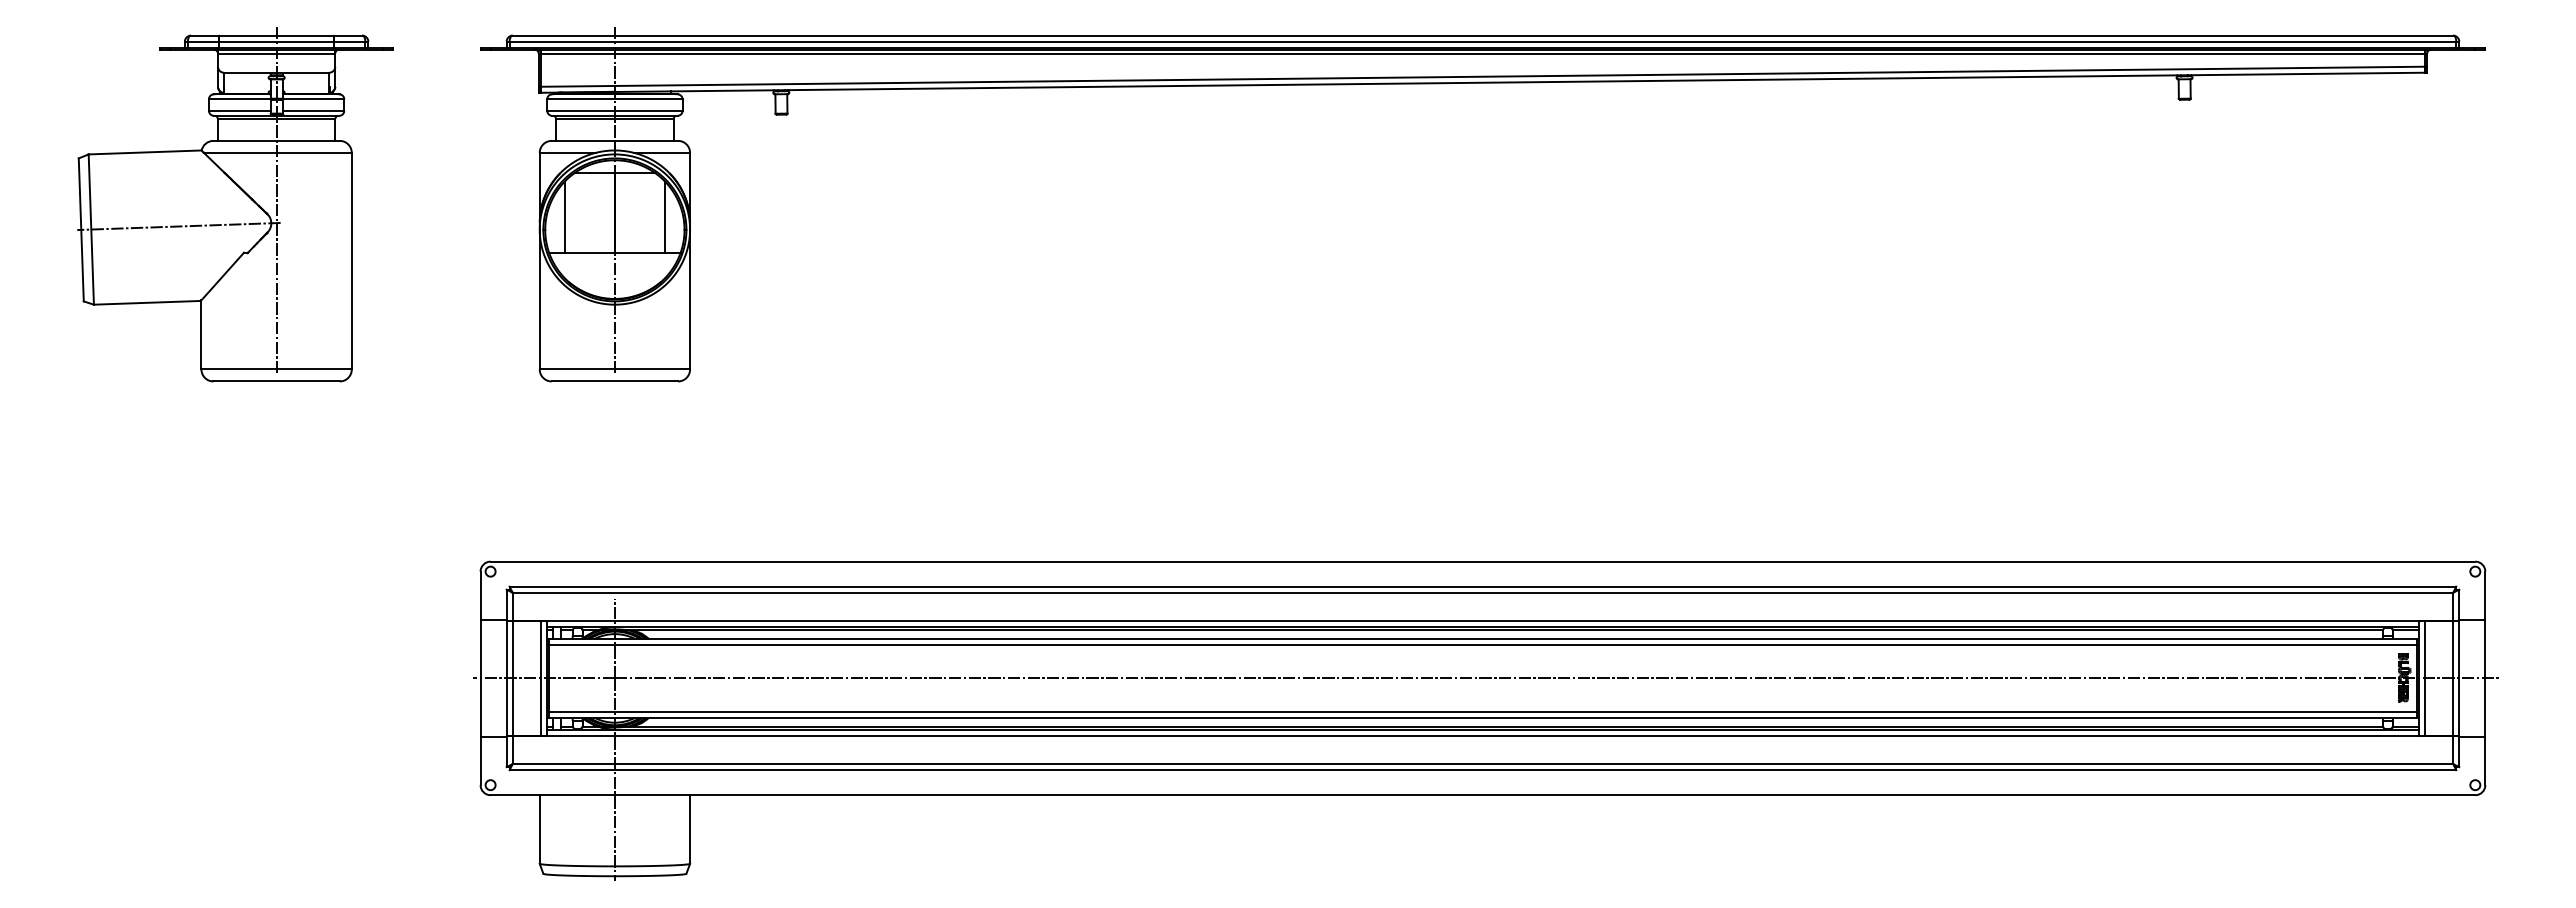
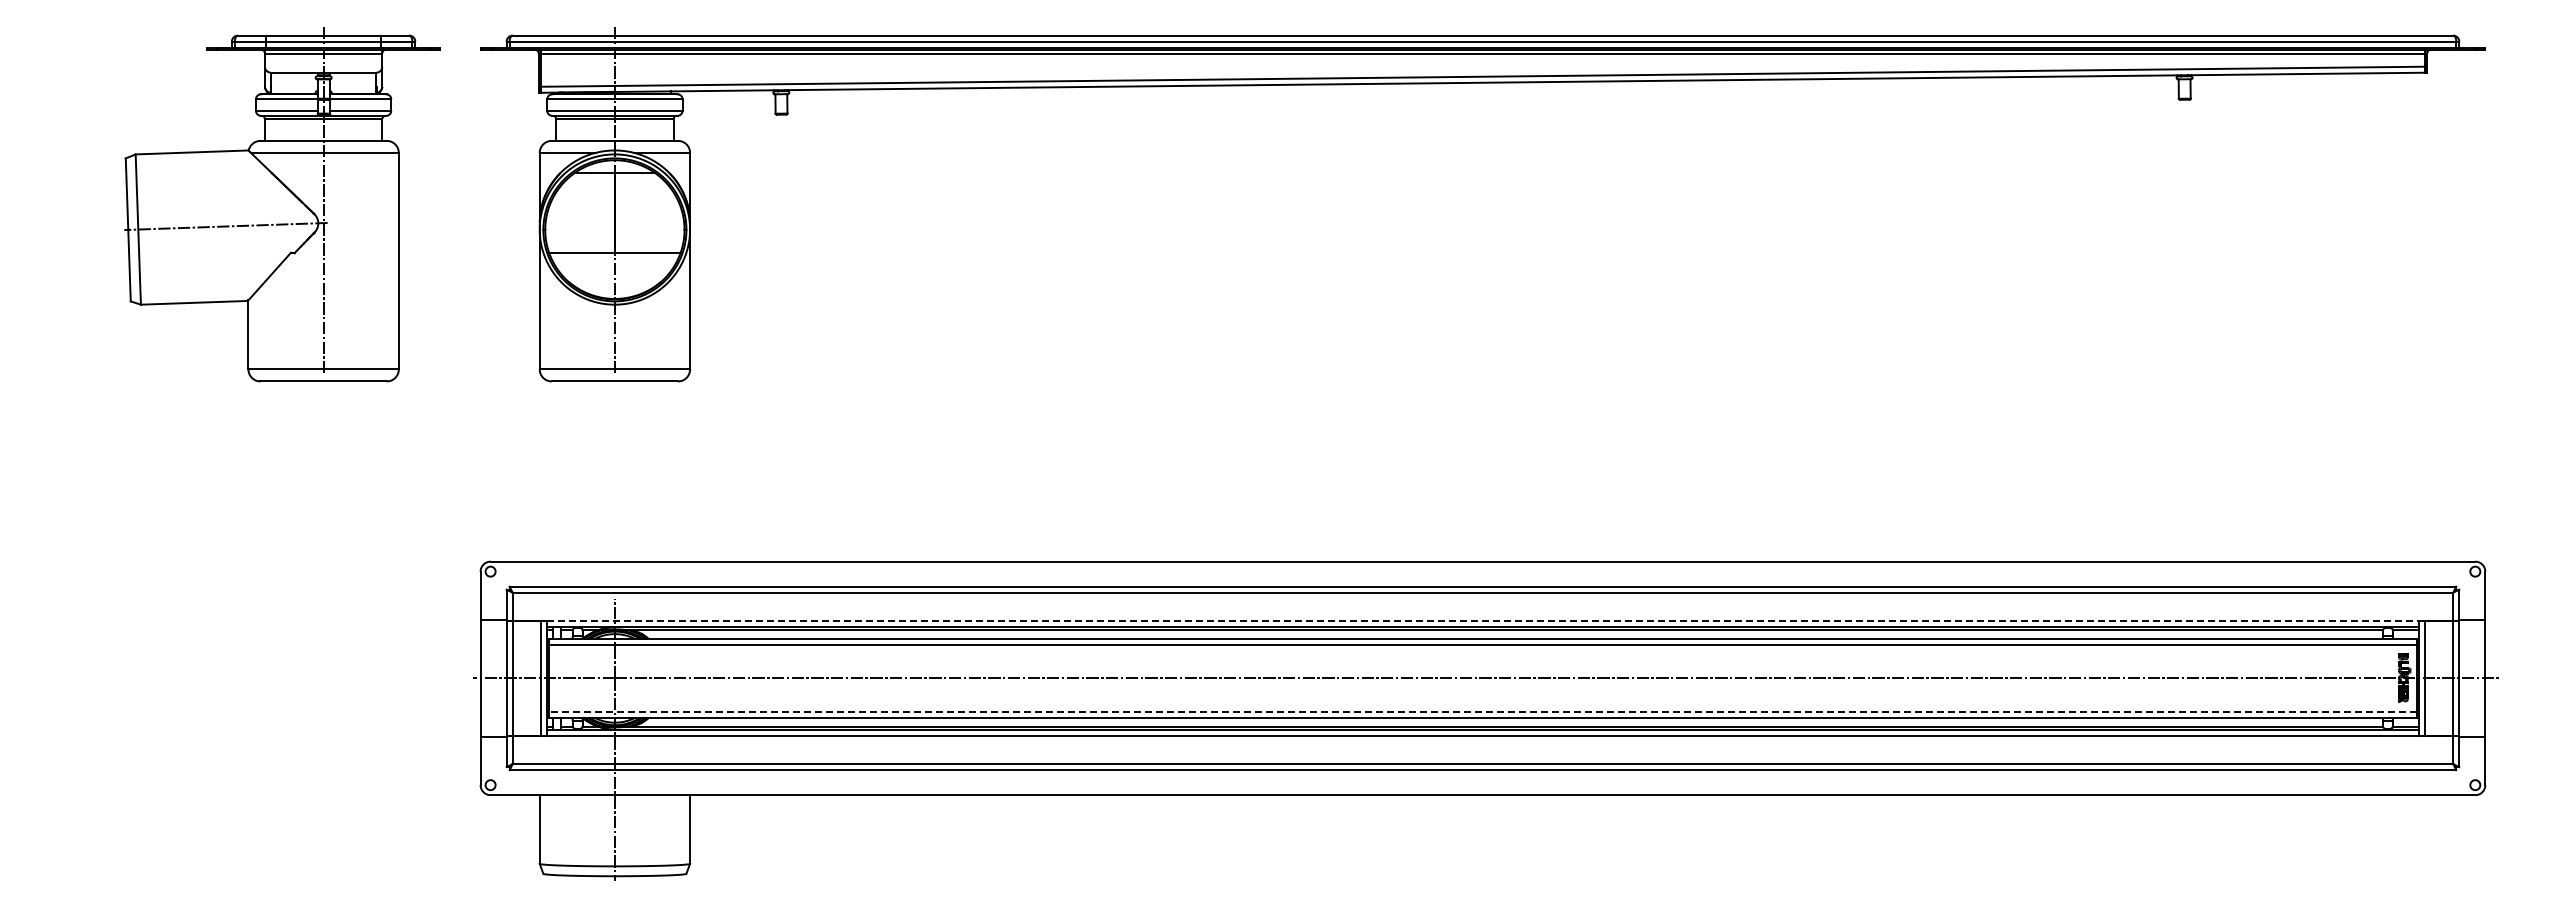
part at (235, 204) position: (235, 204) -> (282, 204)
line at (564, 217): present -> none
line at (665, 217): present -> none
line at (1483, 620): solid -> dashed
line at (1482, 711): solid -> dashed
